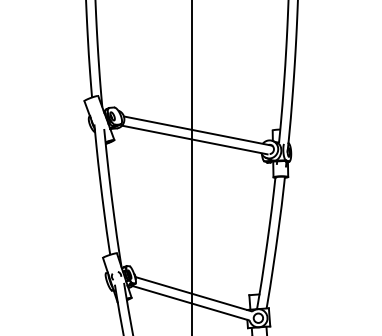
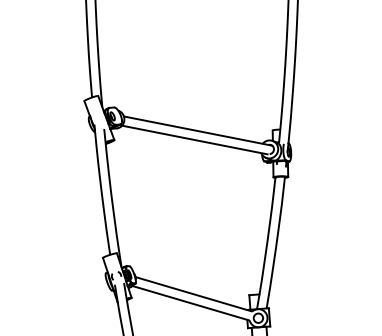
line at (191, 167): present -> none
